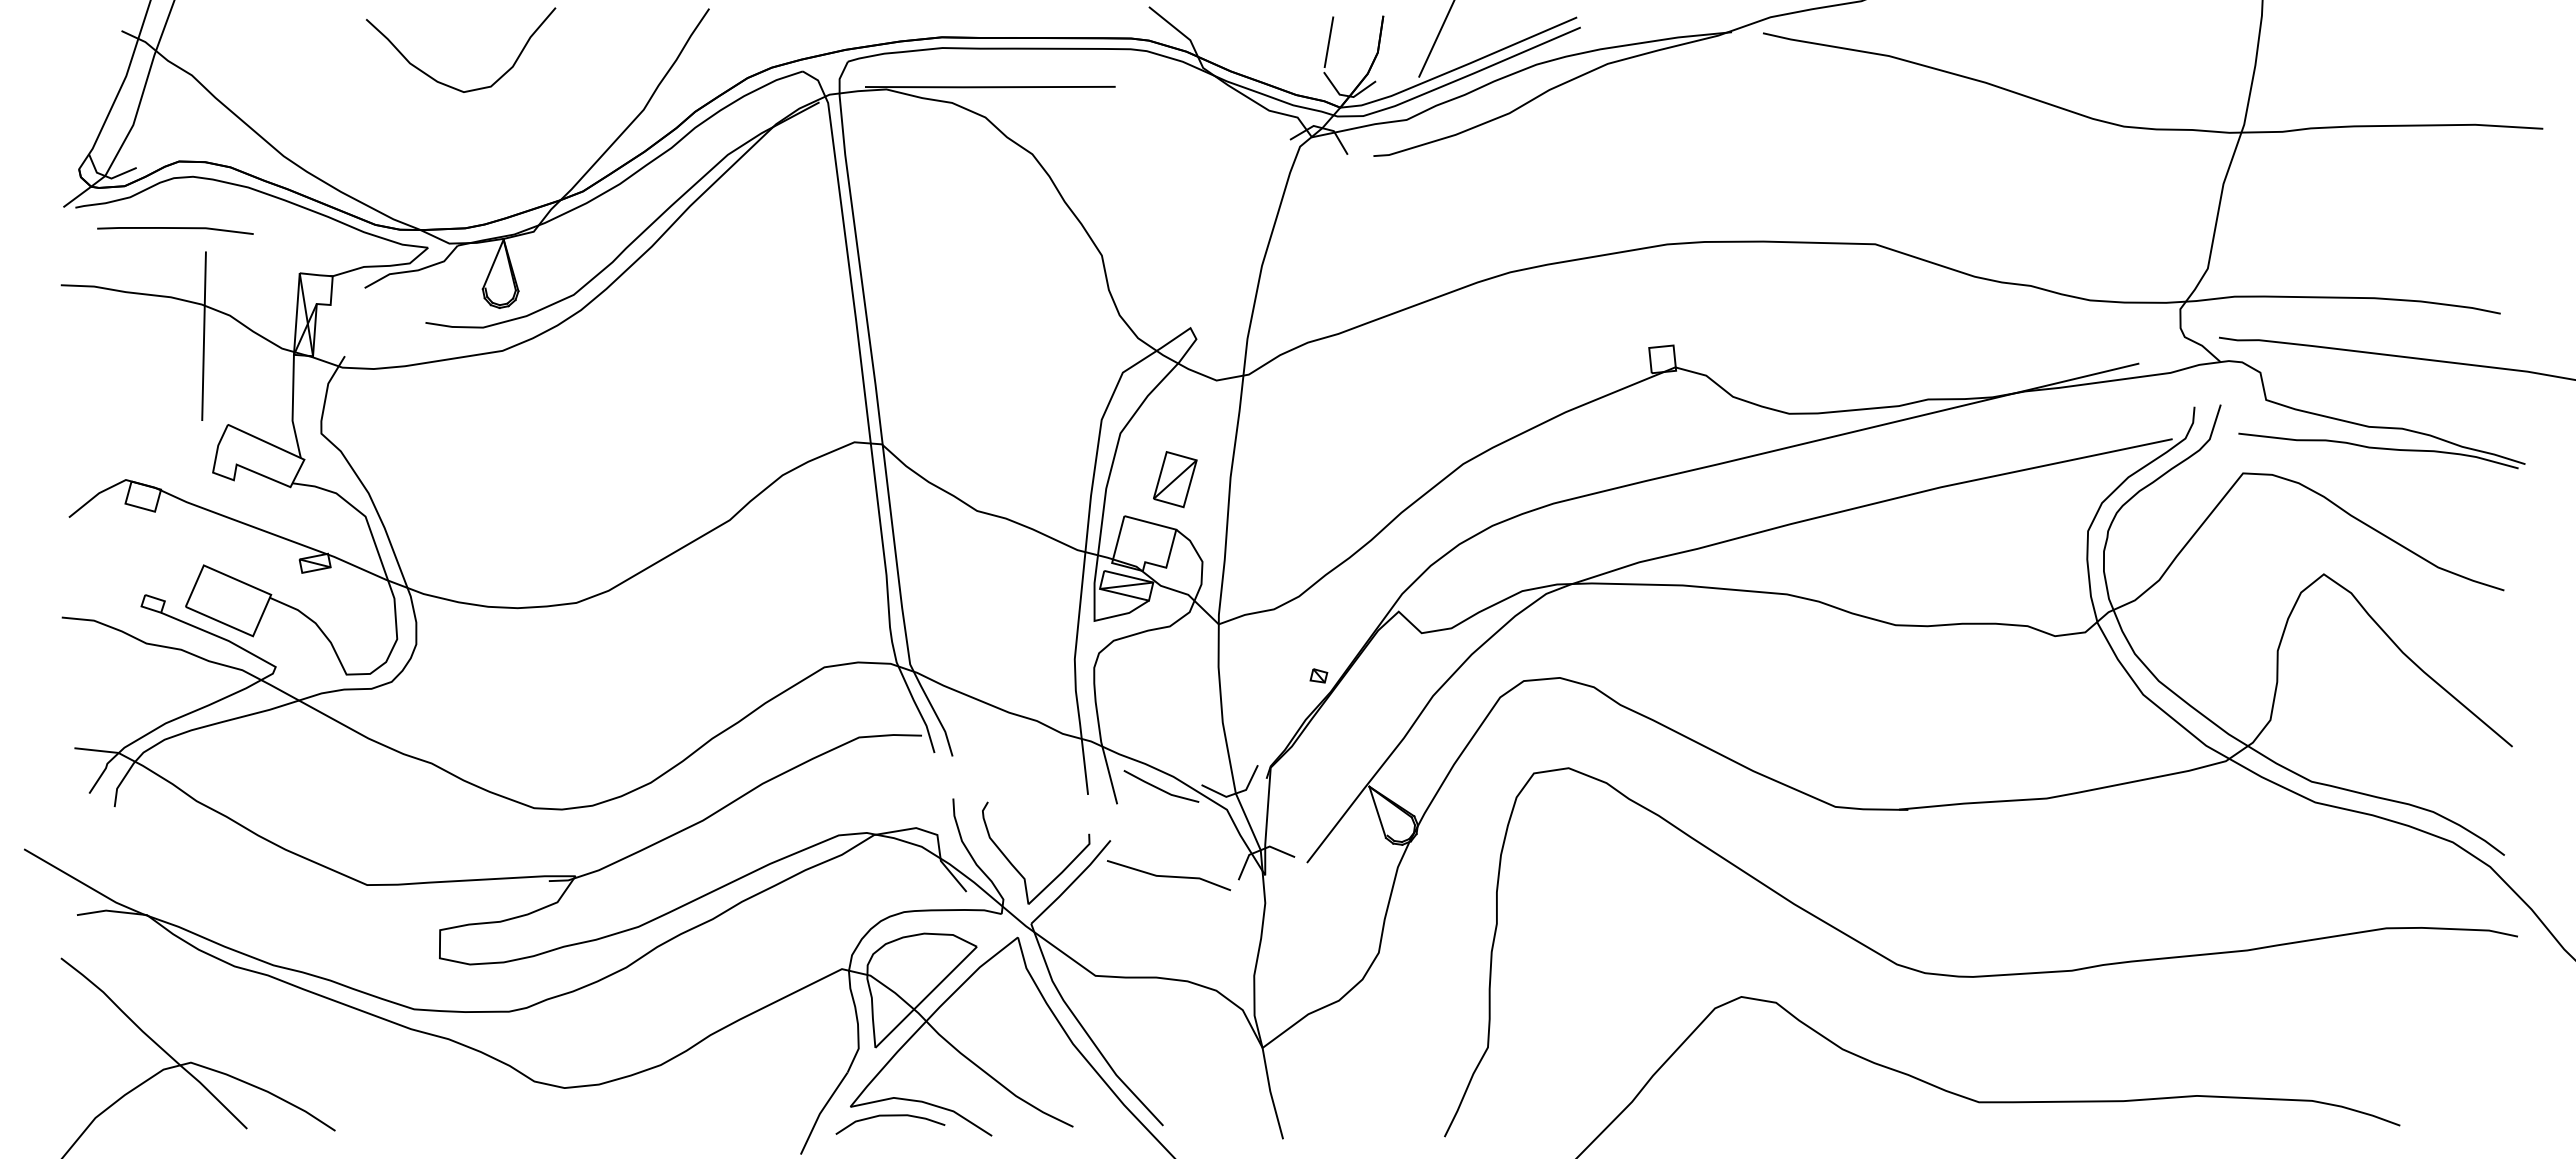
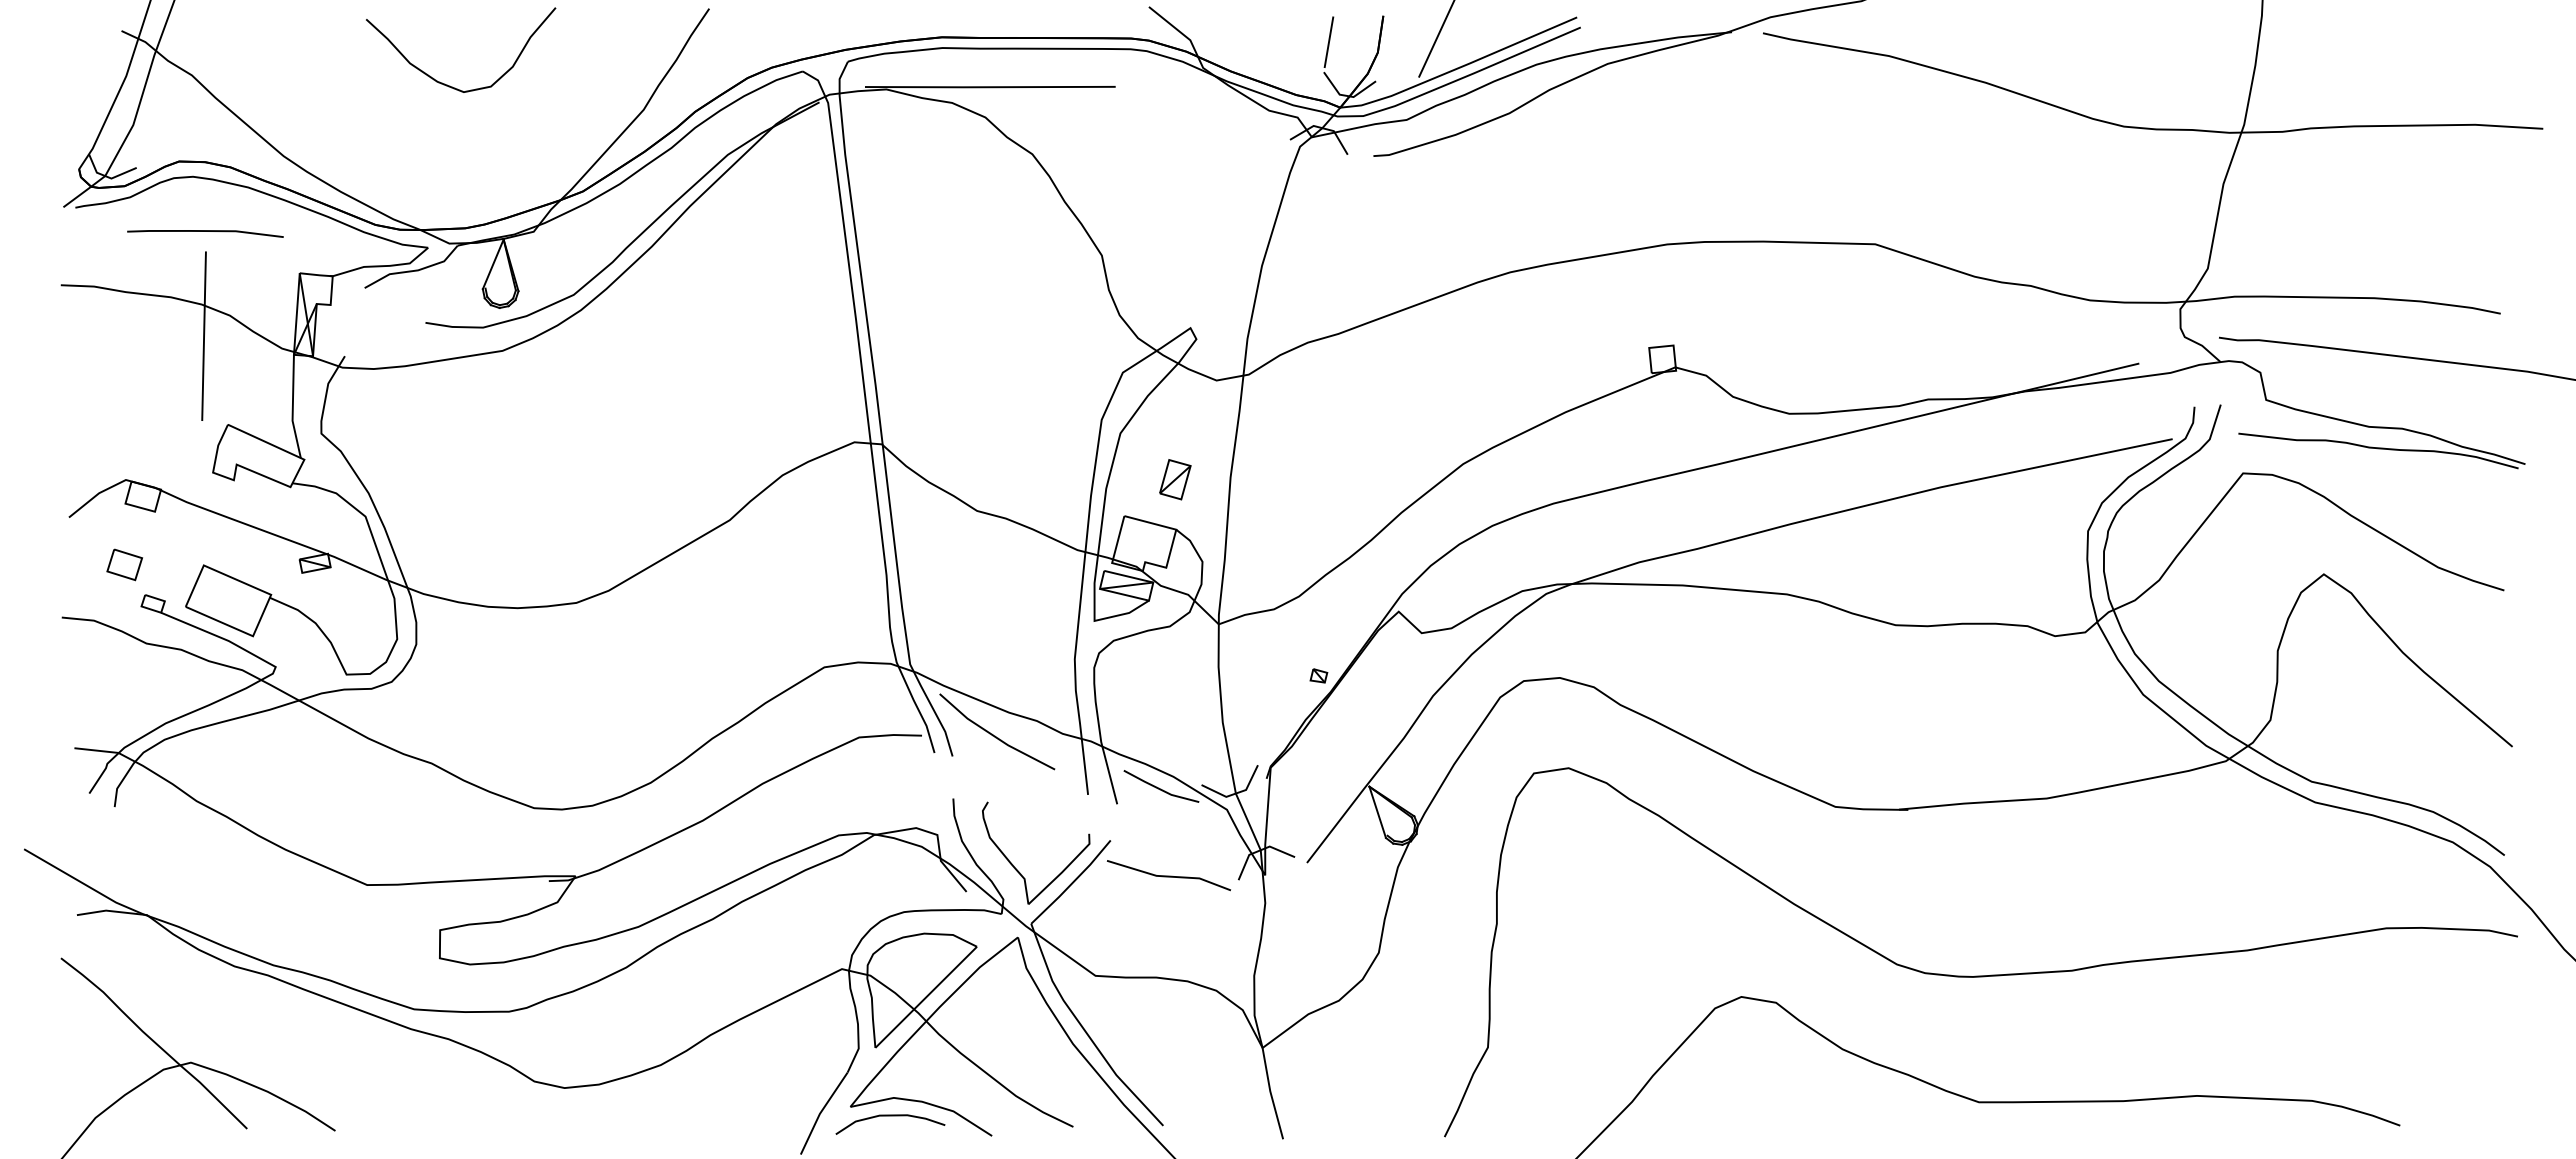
curve at (175, 228) position: (175, 228) -> (205, 231)
part at (1175, 479) size: 45x58 px -> 33x42 px
part at (124, 564): none -> present
line at (995, 735): none -> present
